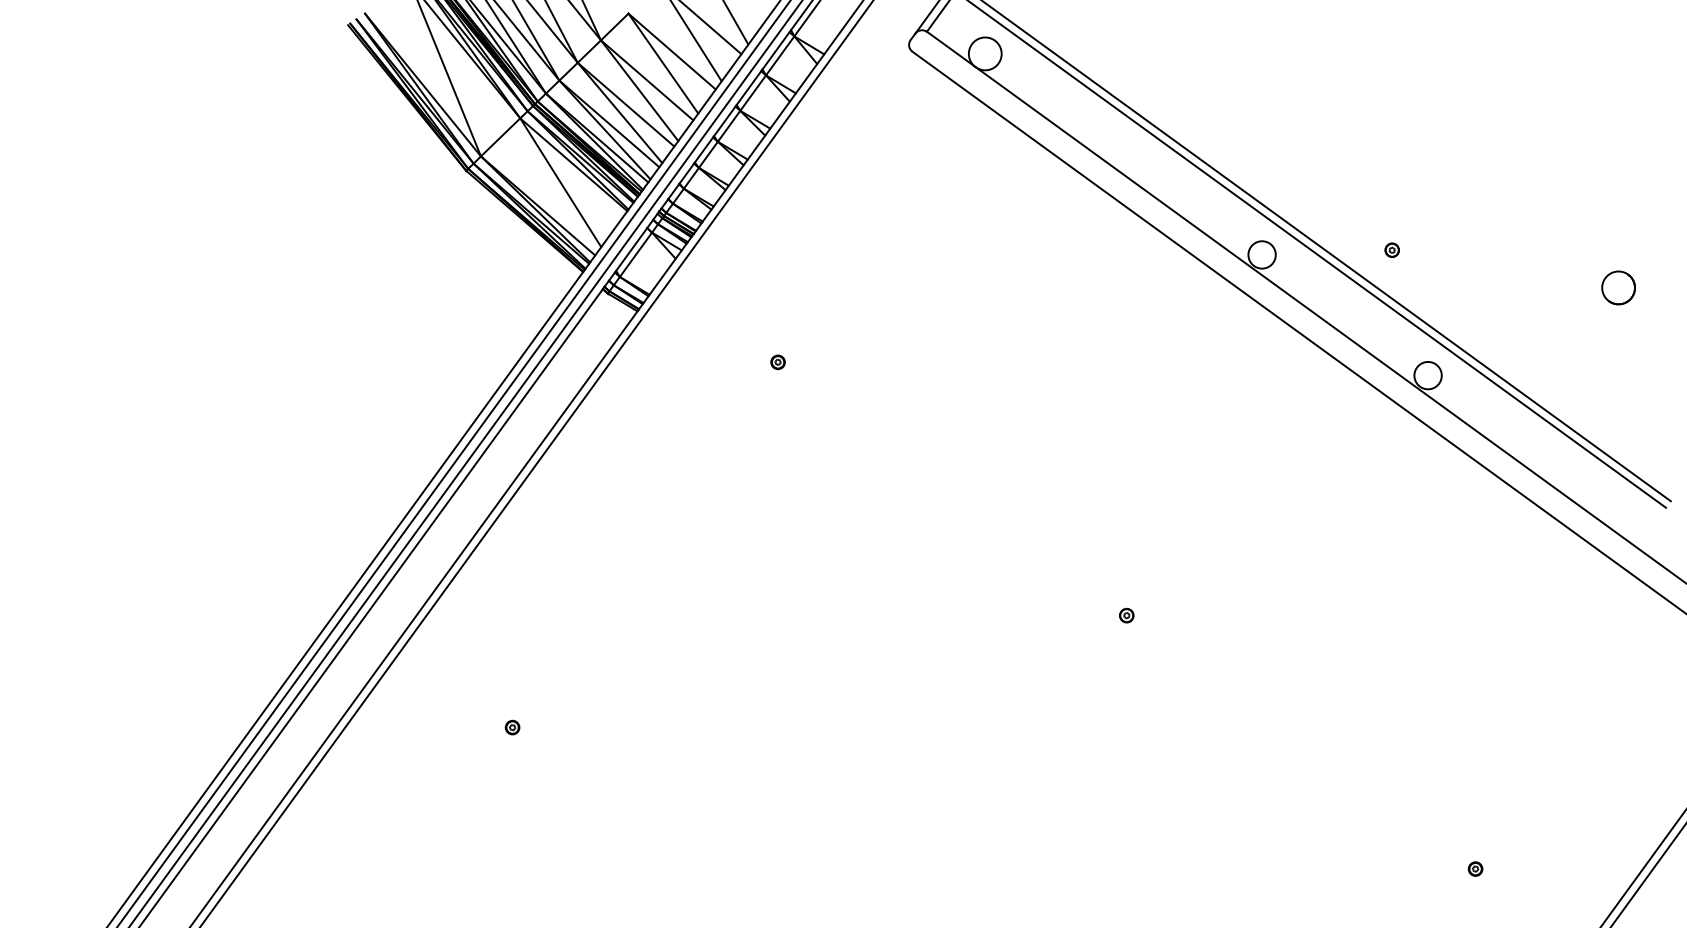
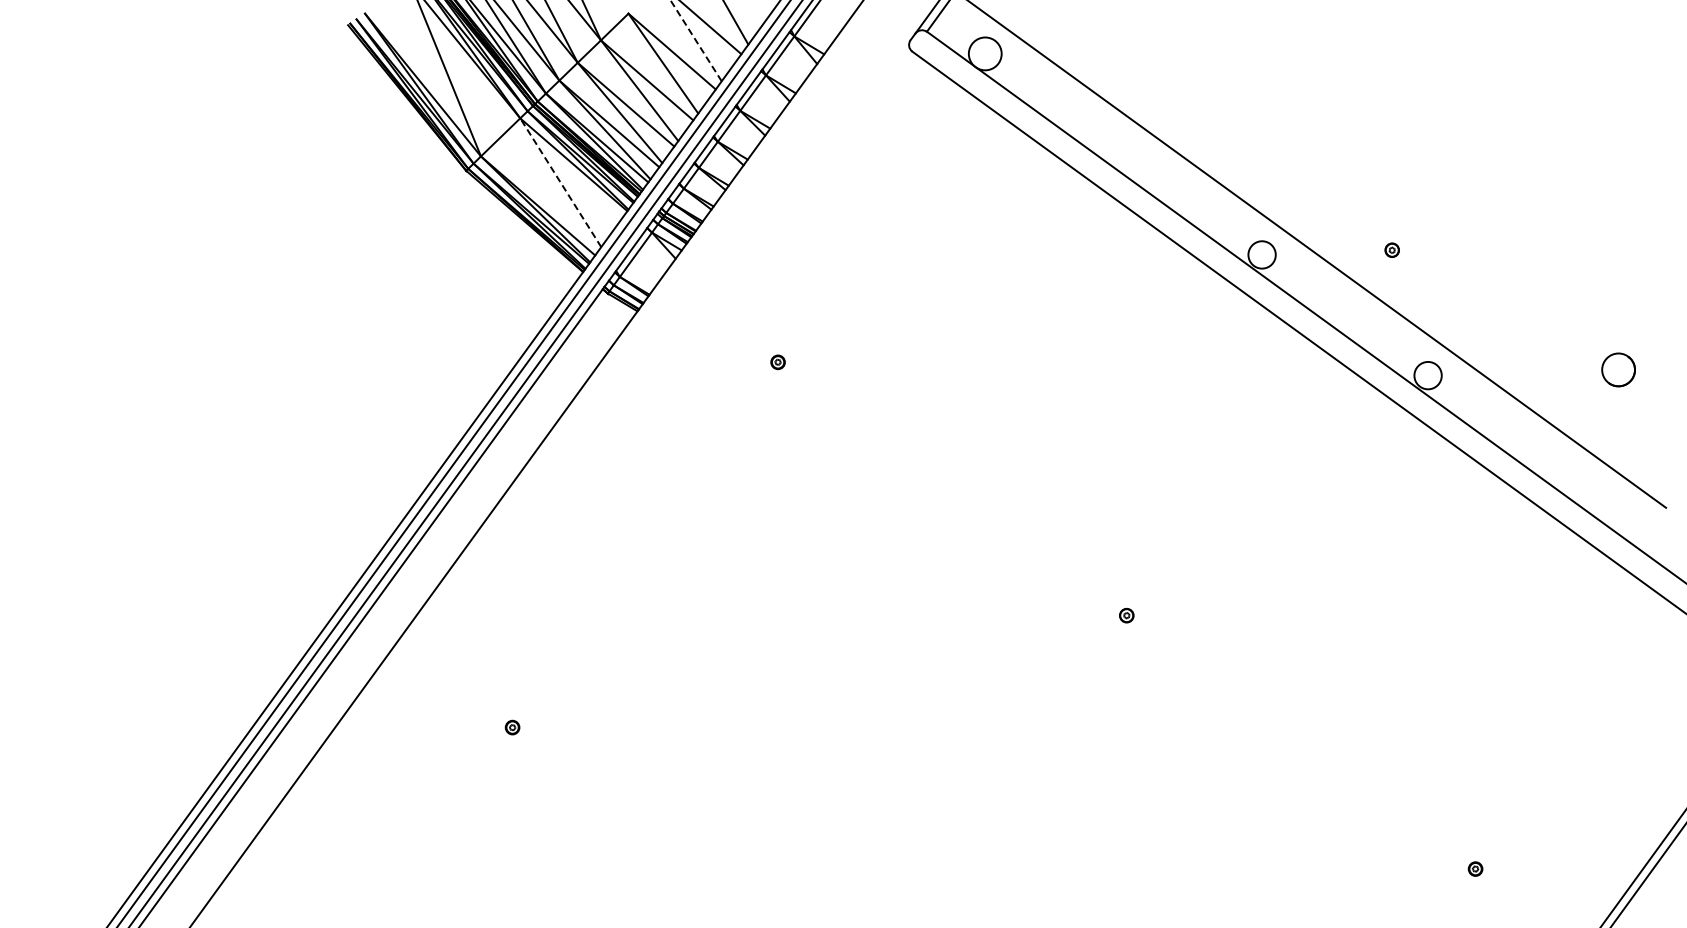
line at (696, 40): solid -> dashed
line at (560, 182): solid -> dashed
line at (1327, 251): present -> none
part at (1618, 287) position: (1618, 287) -> (1618, 369)
line at (536, 463): present -> none
